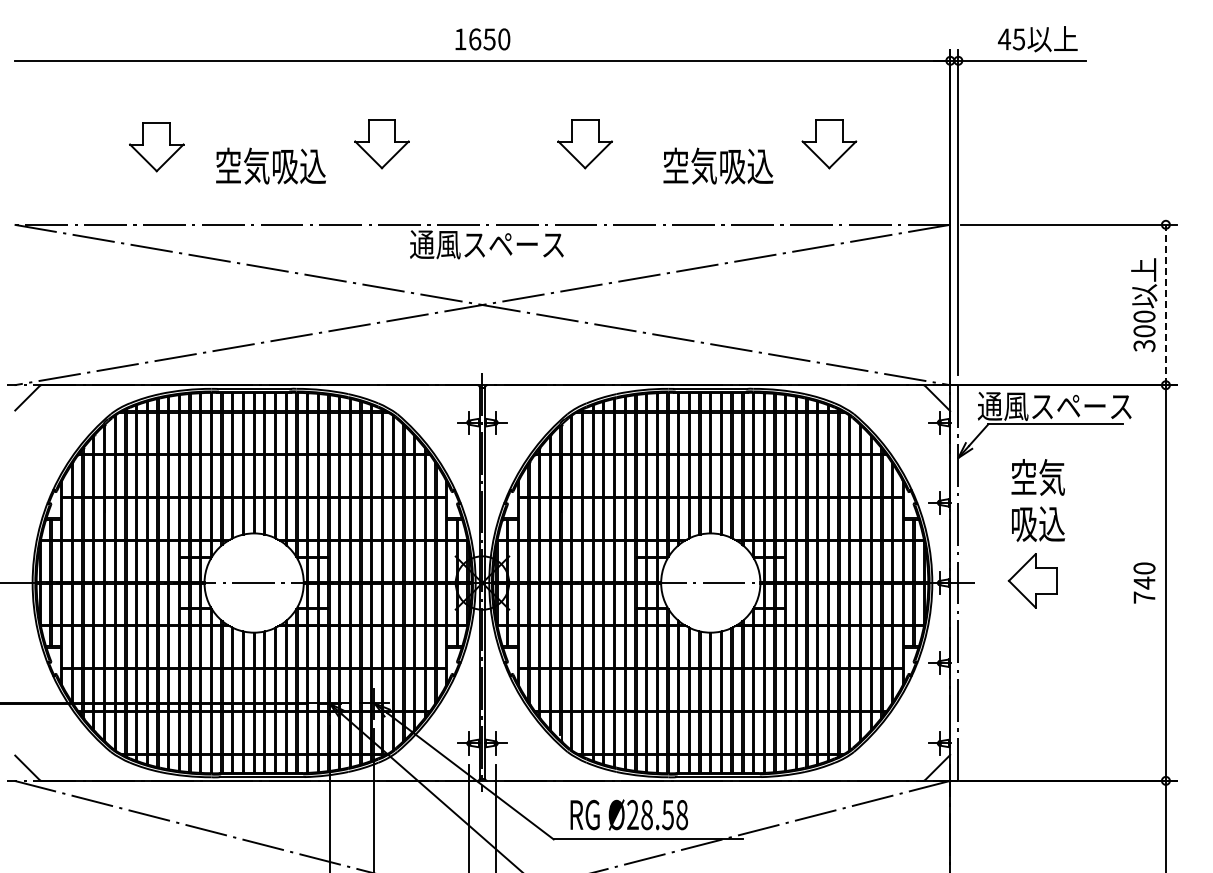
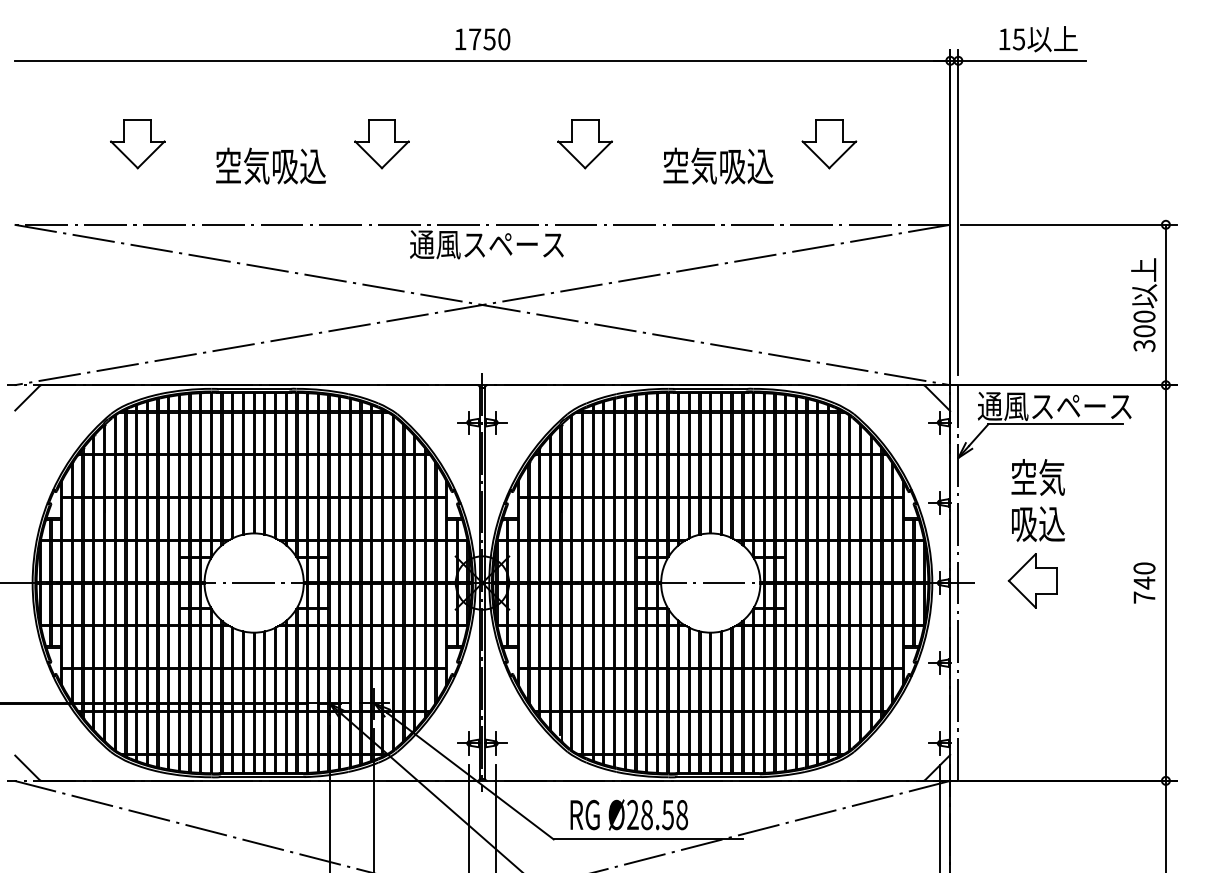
text at (475, 39): 1650 -> 1750
text at (1004, 39): 45 -> 15
part at (156, 147) position: (156, 147) -> (137, 144)
line at (1165, 304): dashed -> solid
line at (939, 817): none -> present
